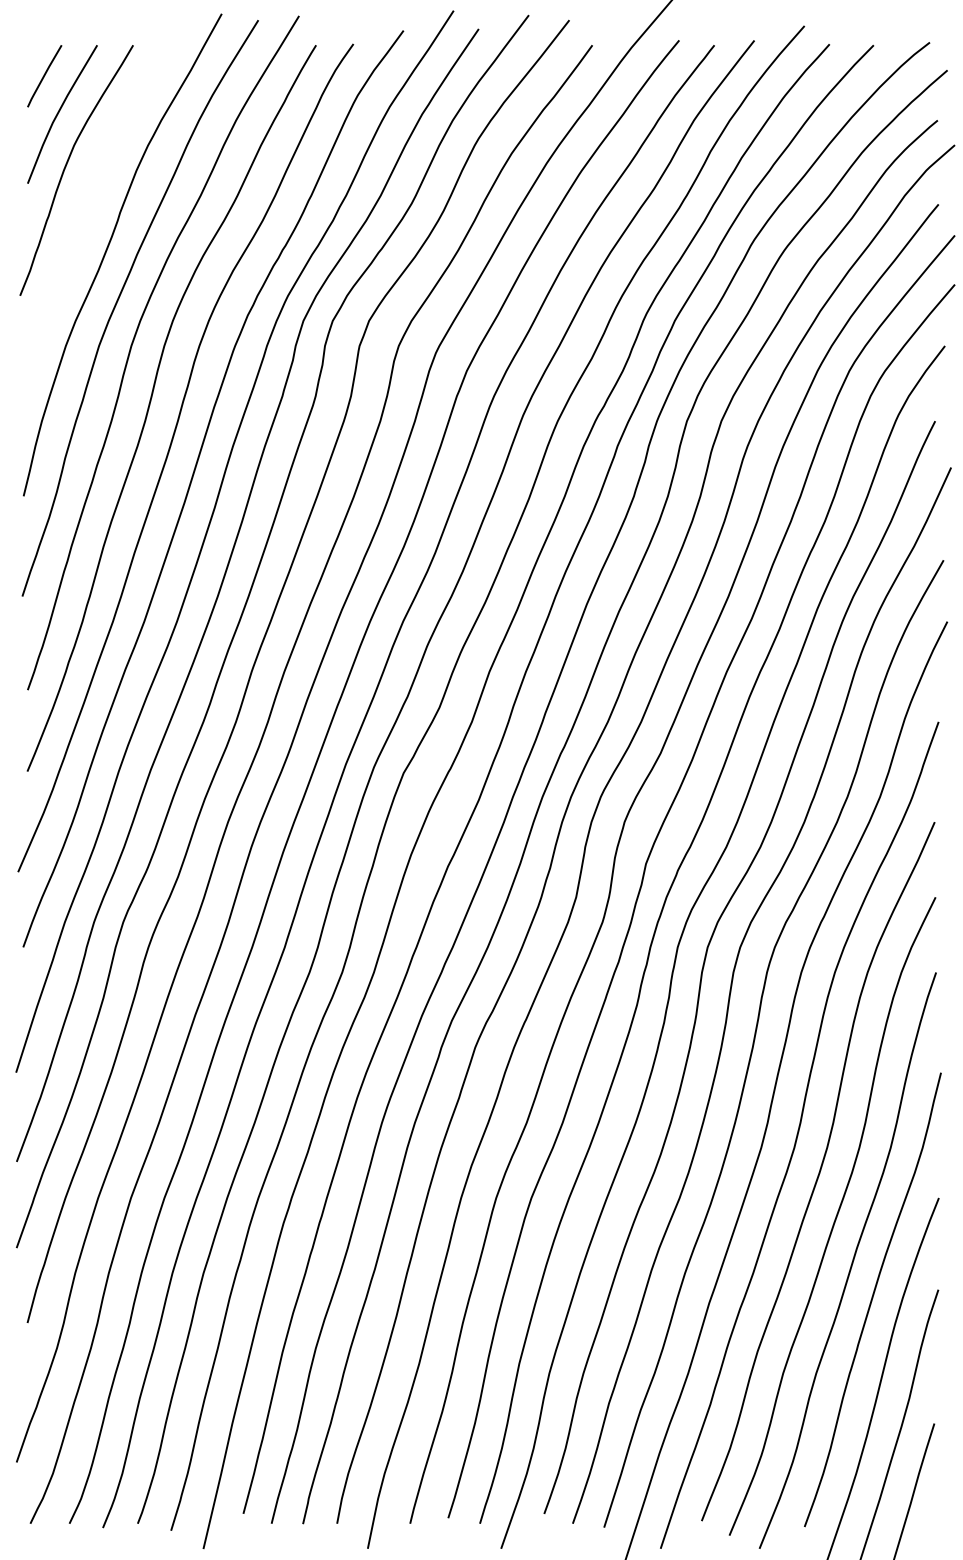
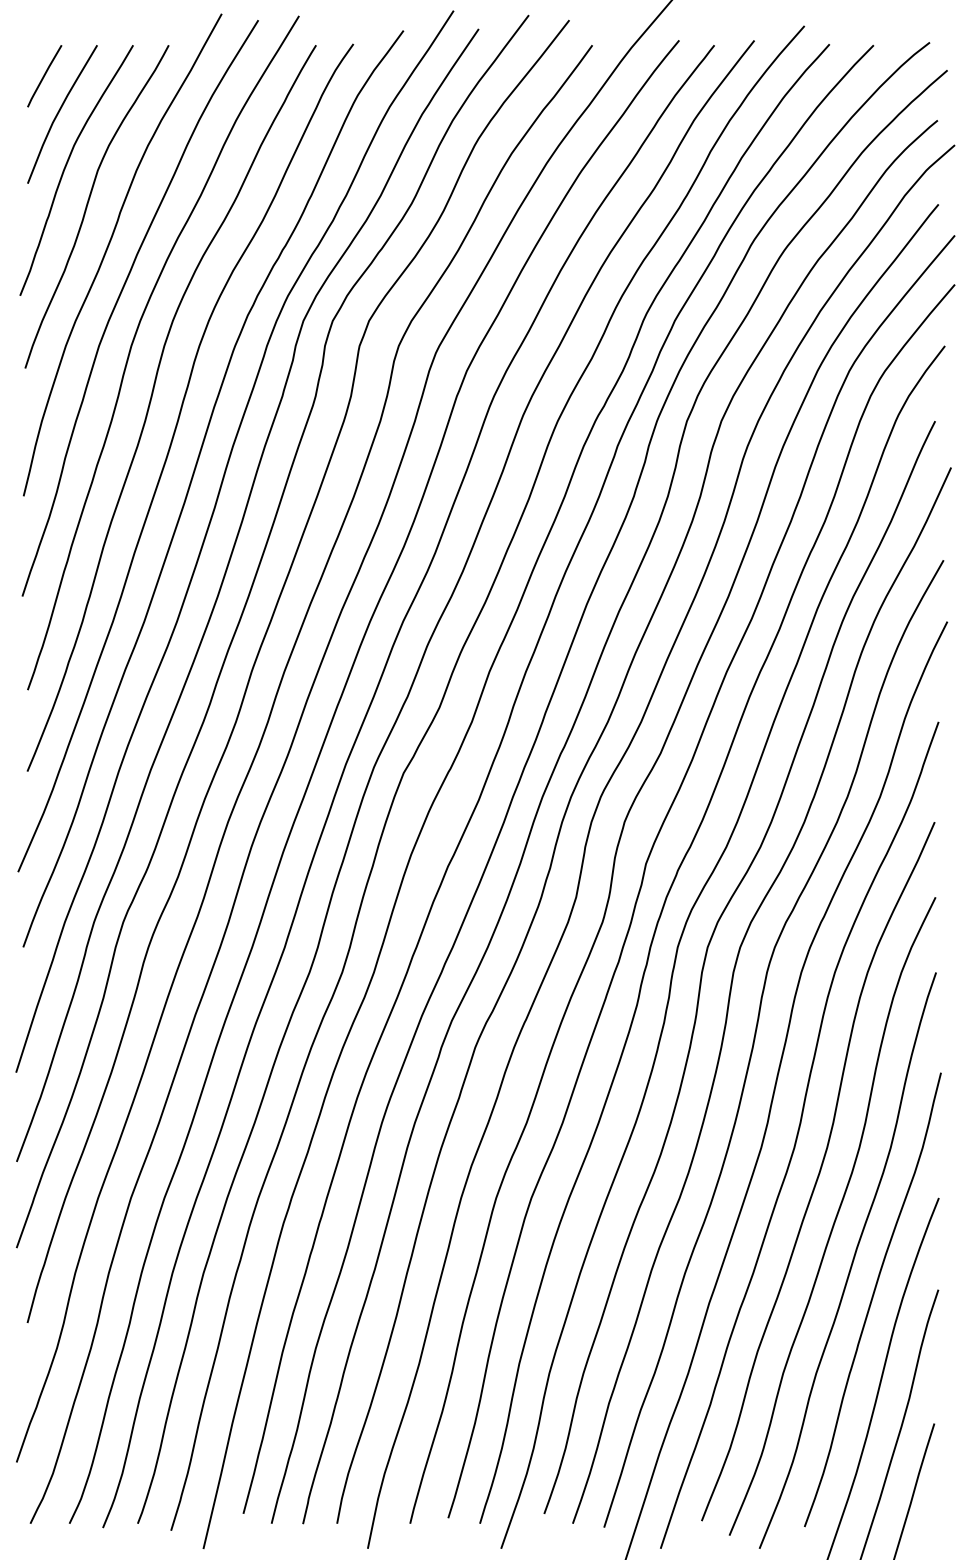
curve at (88, 204): none -> present
